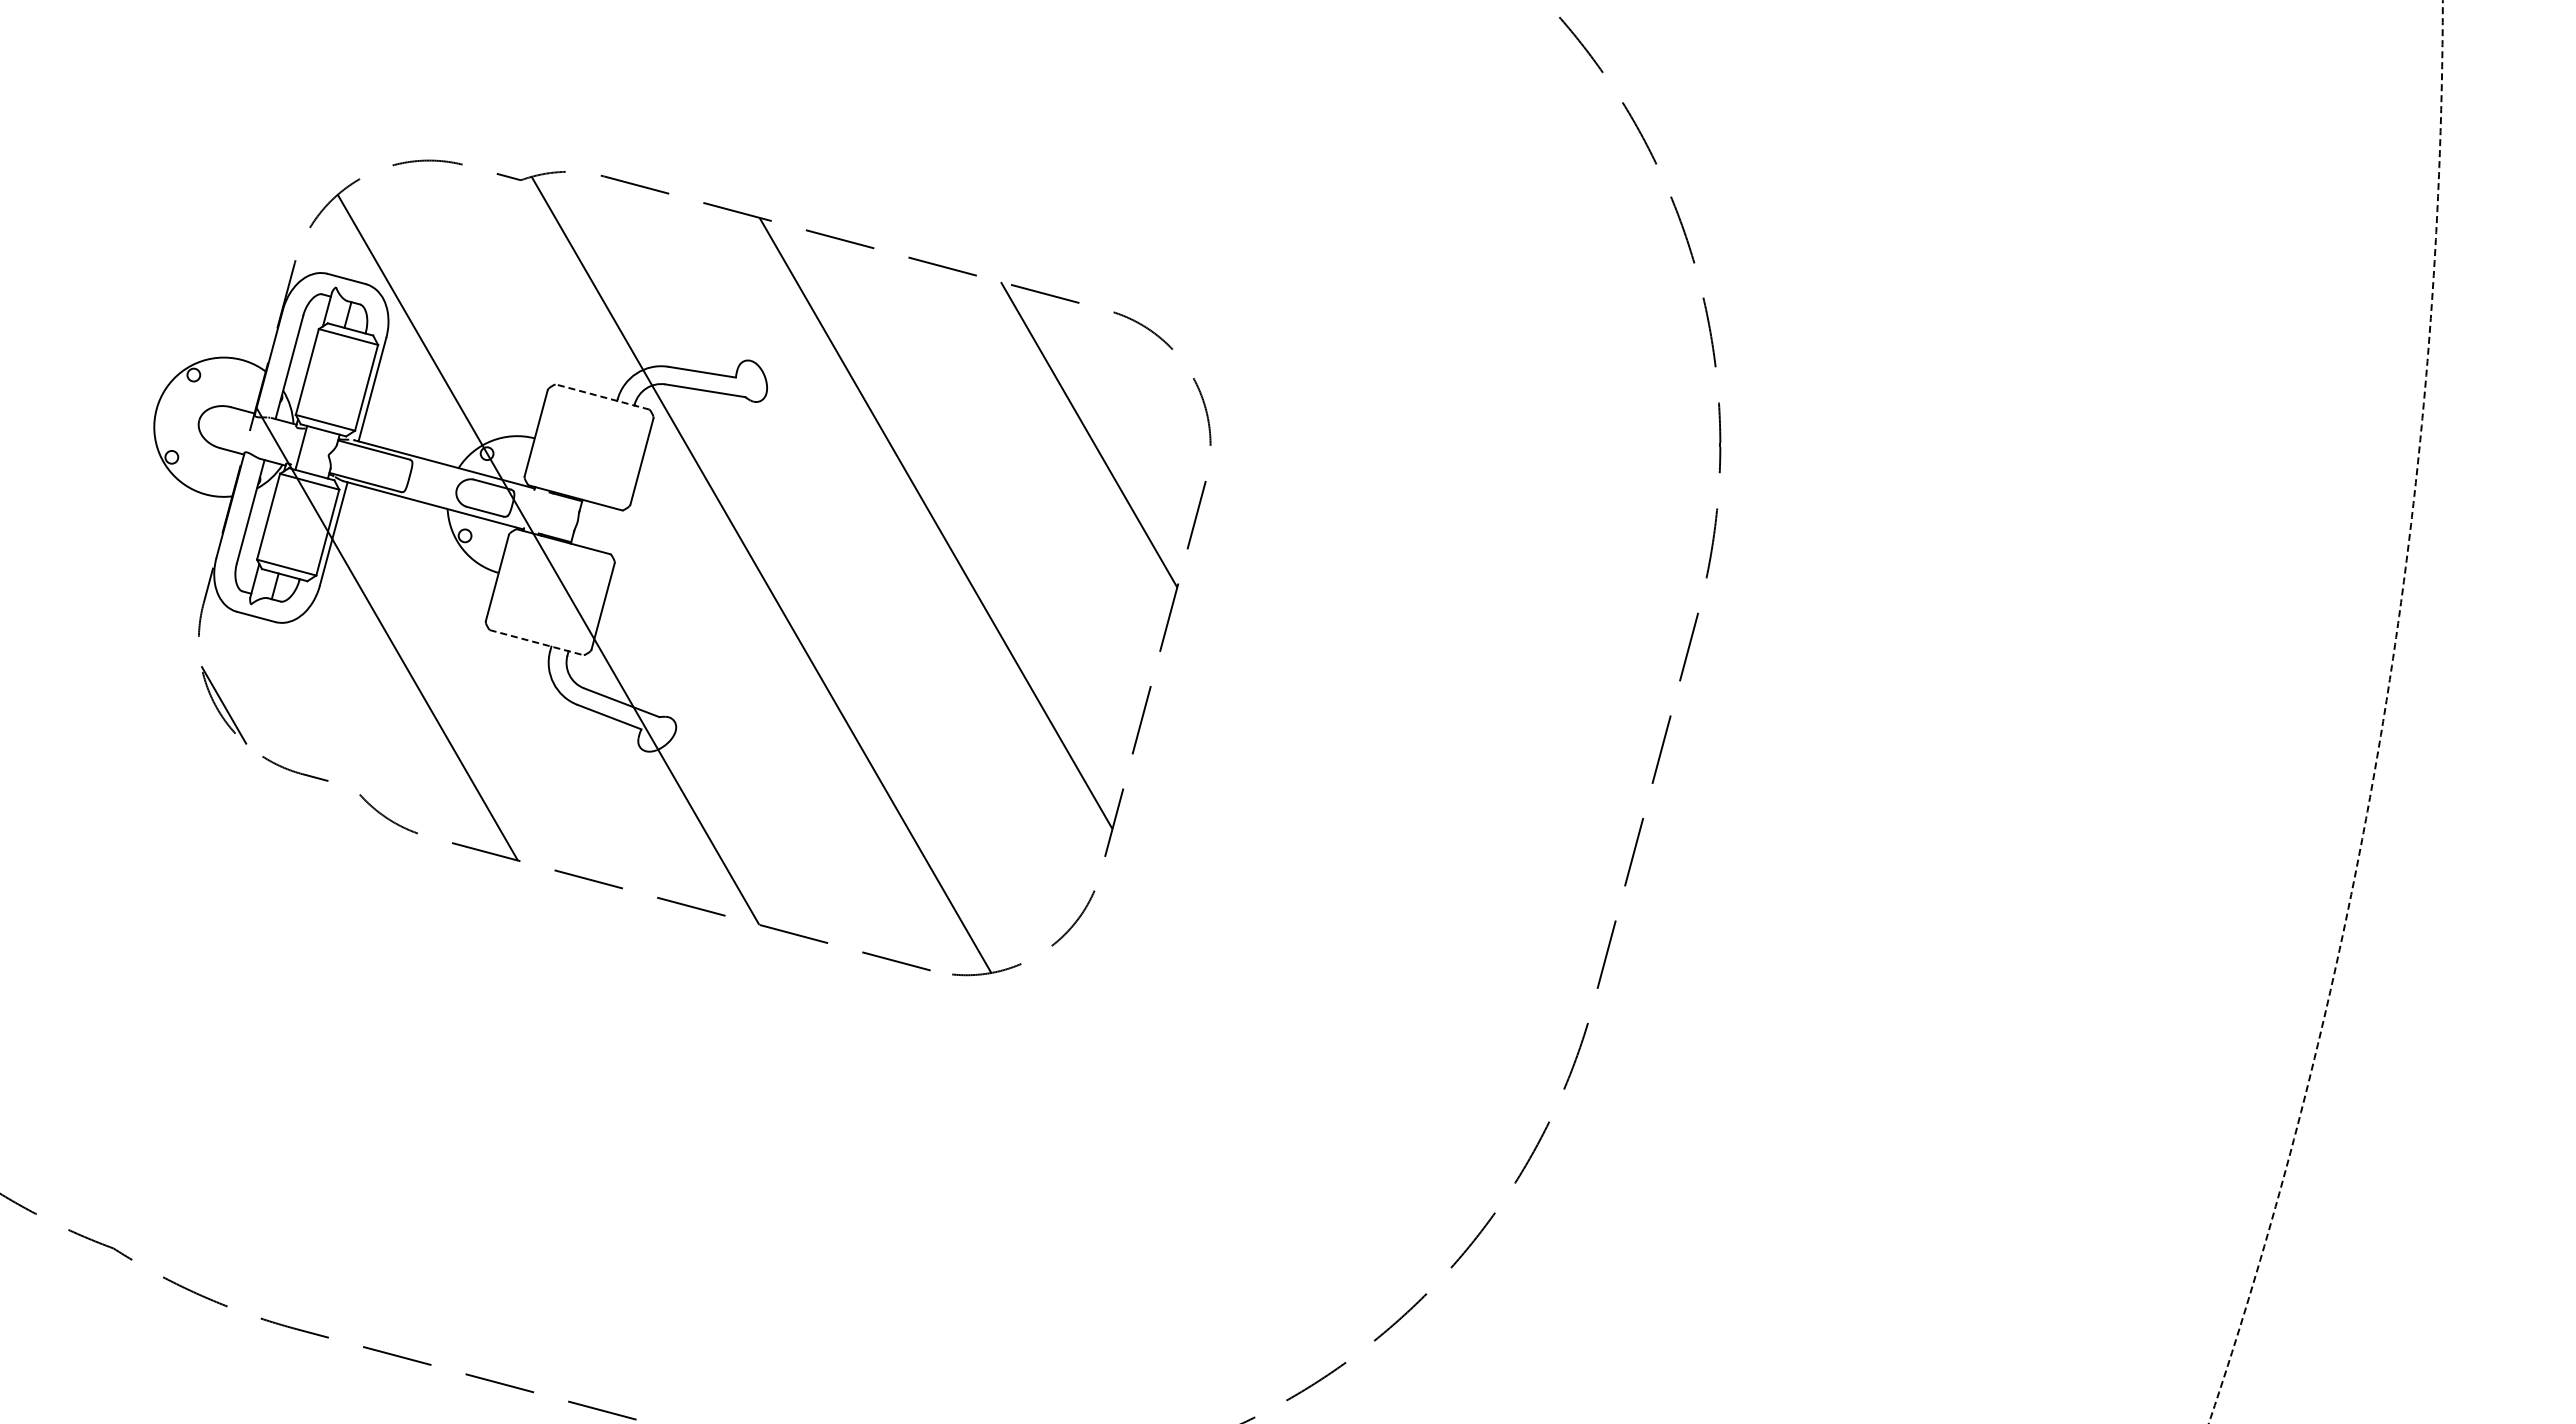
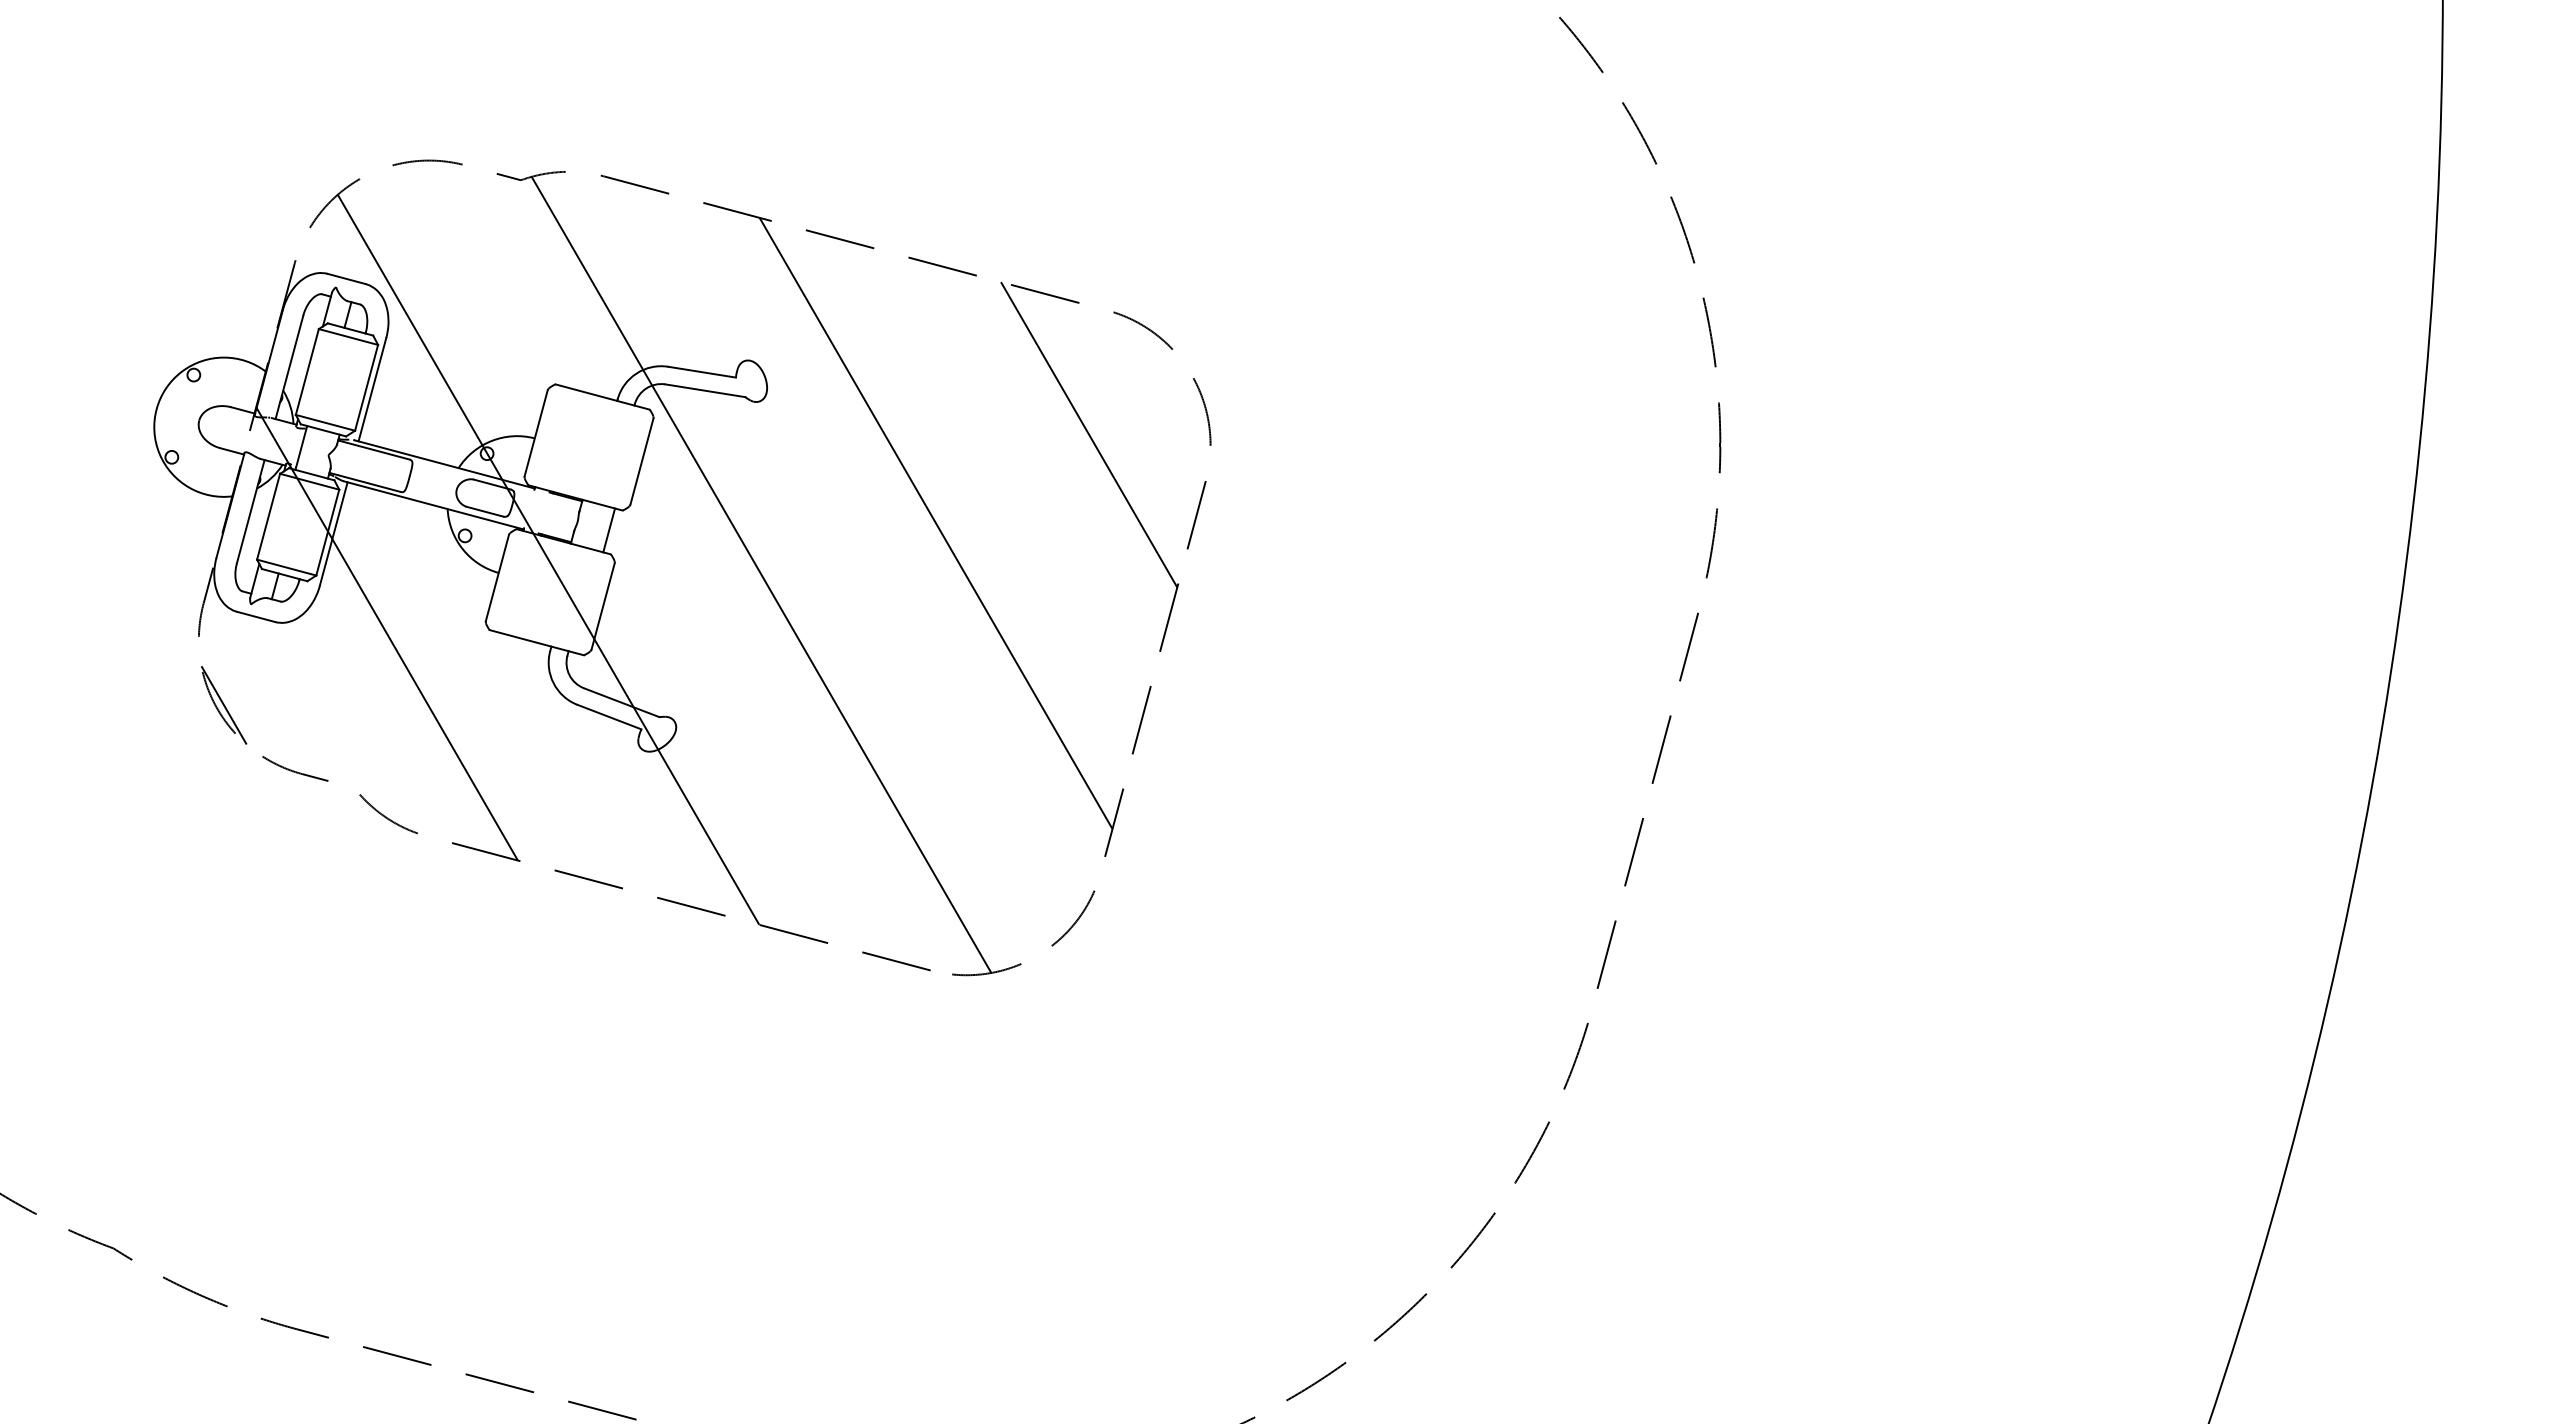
line at (602, 397): dashed -> solid
line at (609, 530): none -> present
line at (536, 642): dashed -> solid
circle at (2325, 711): dashed -> solid
